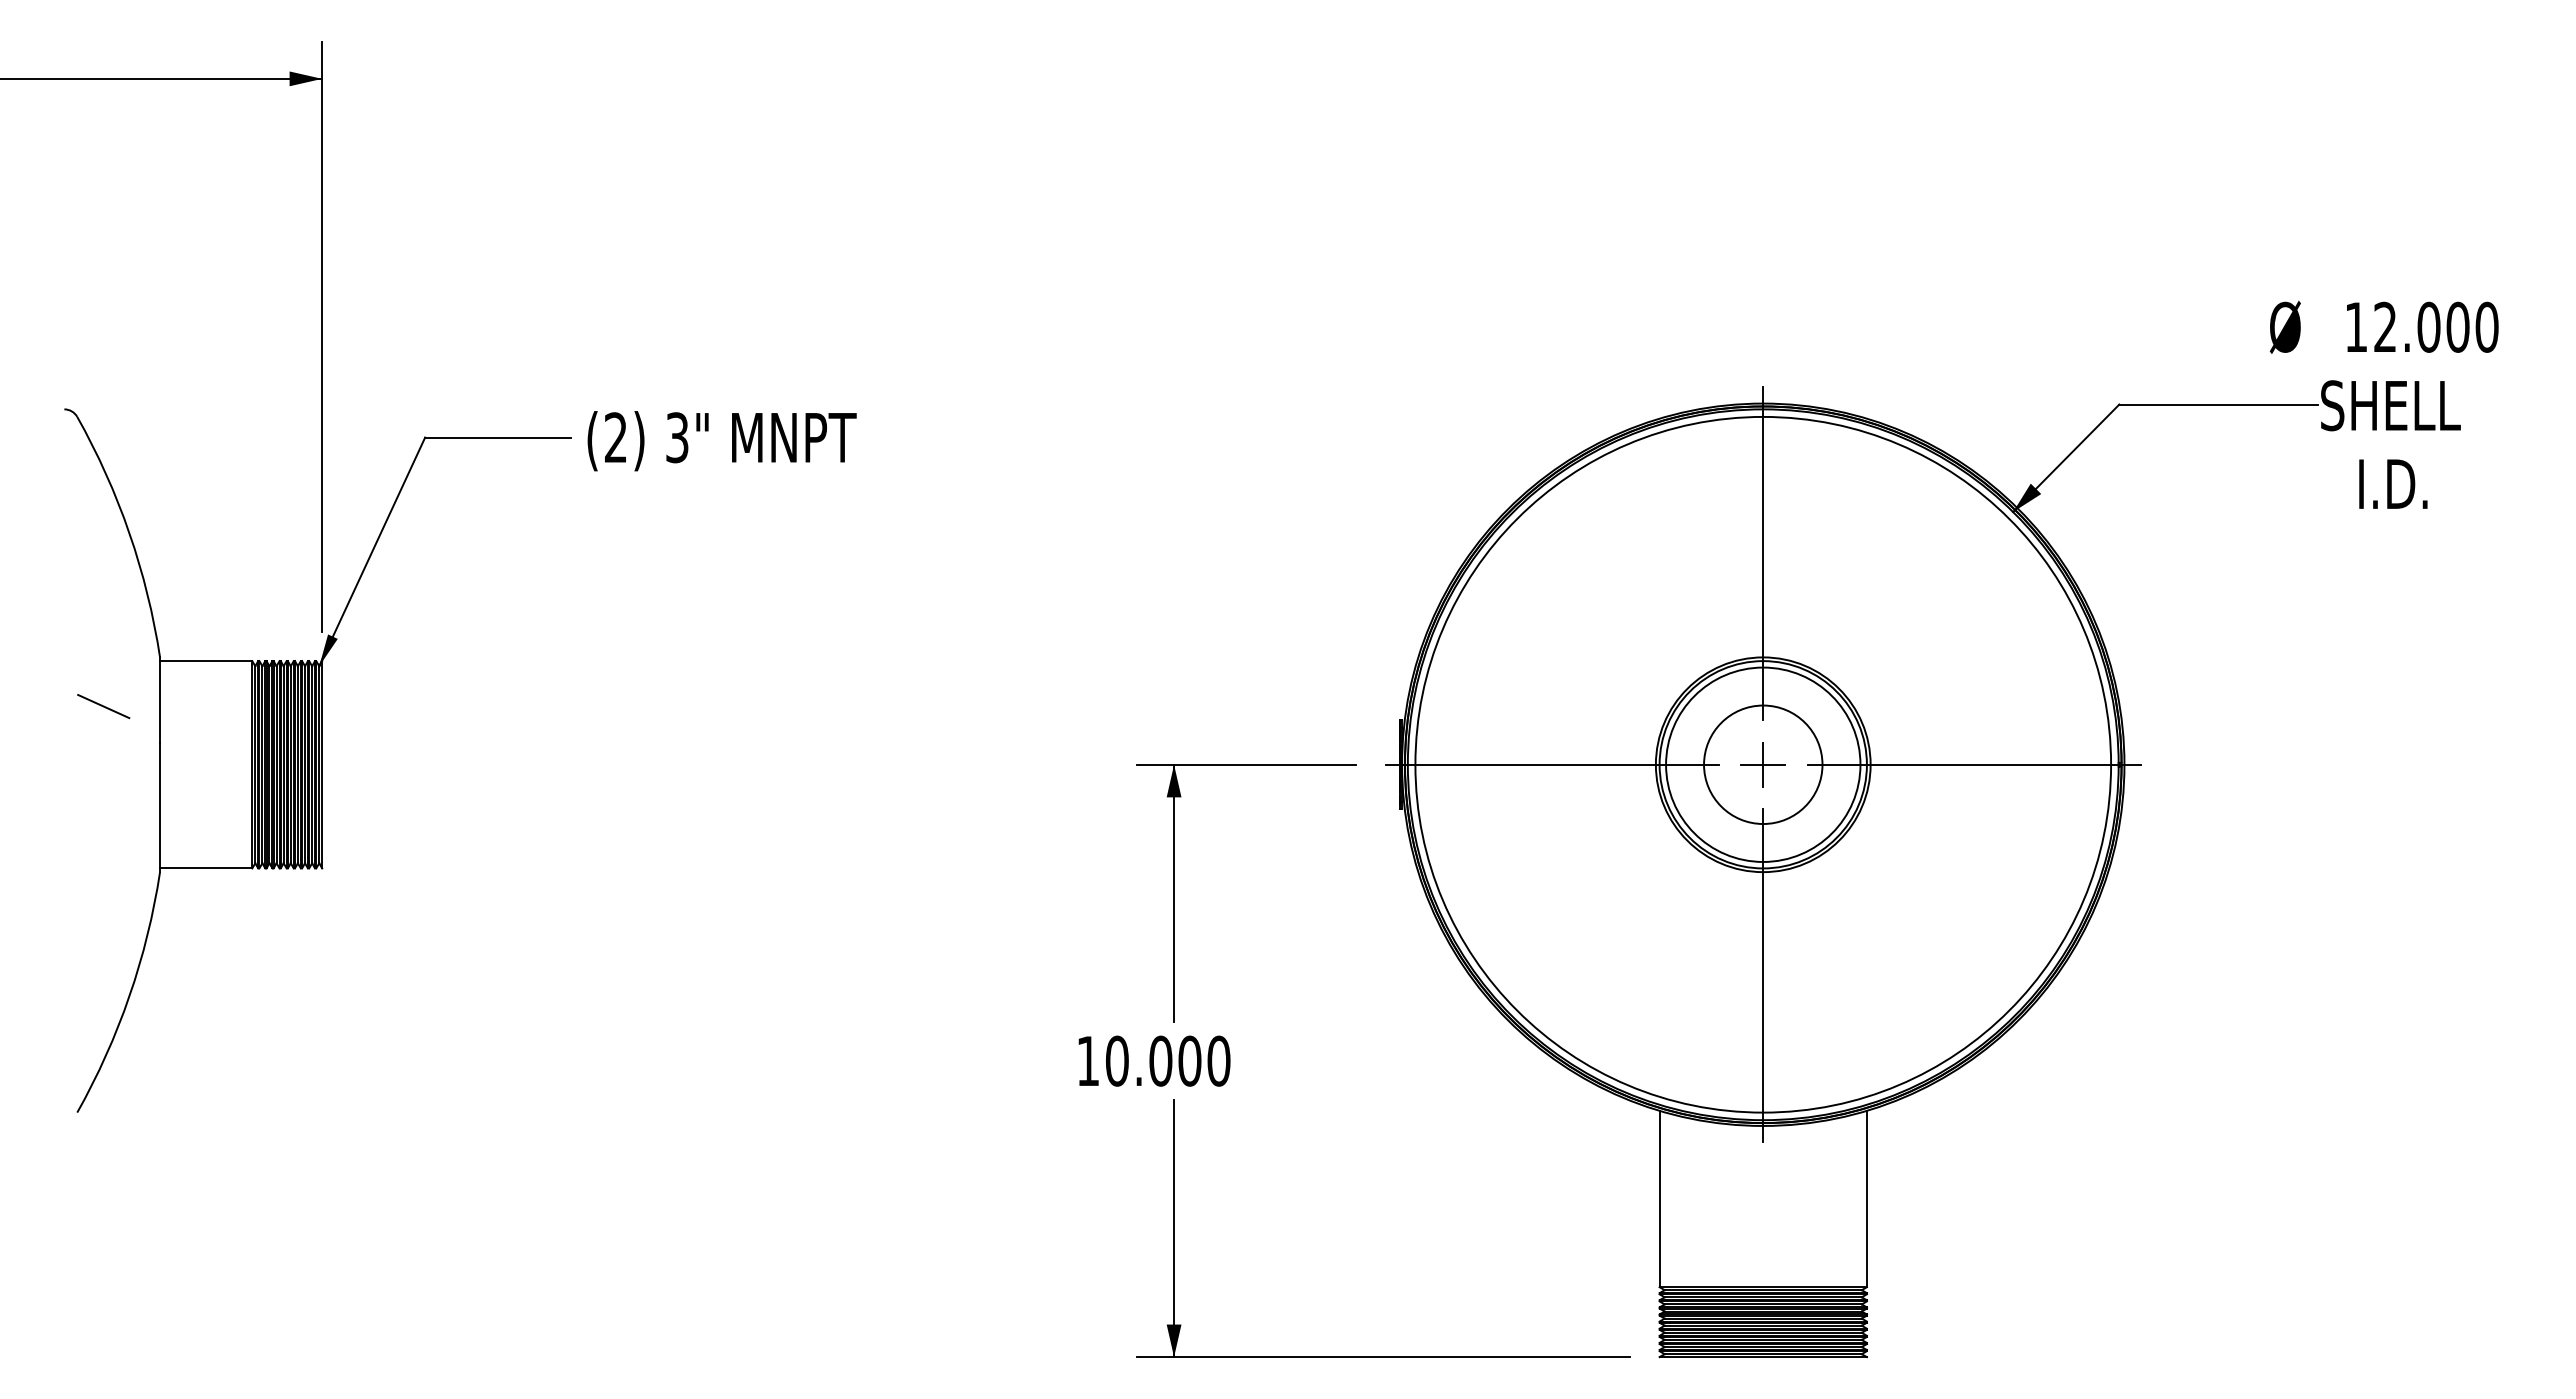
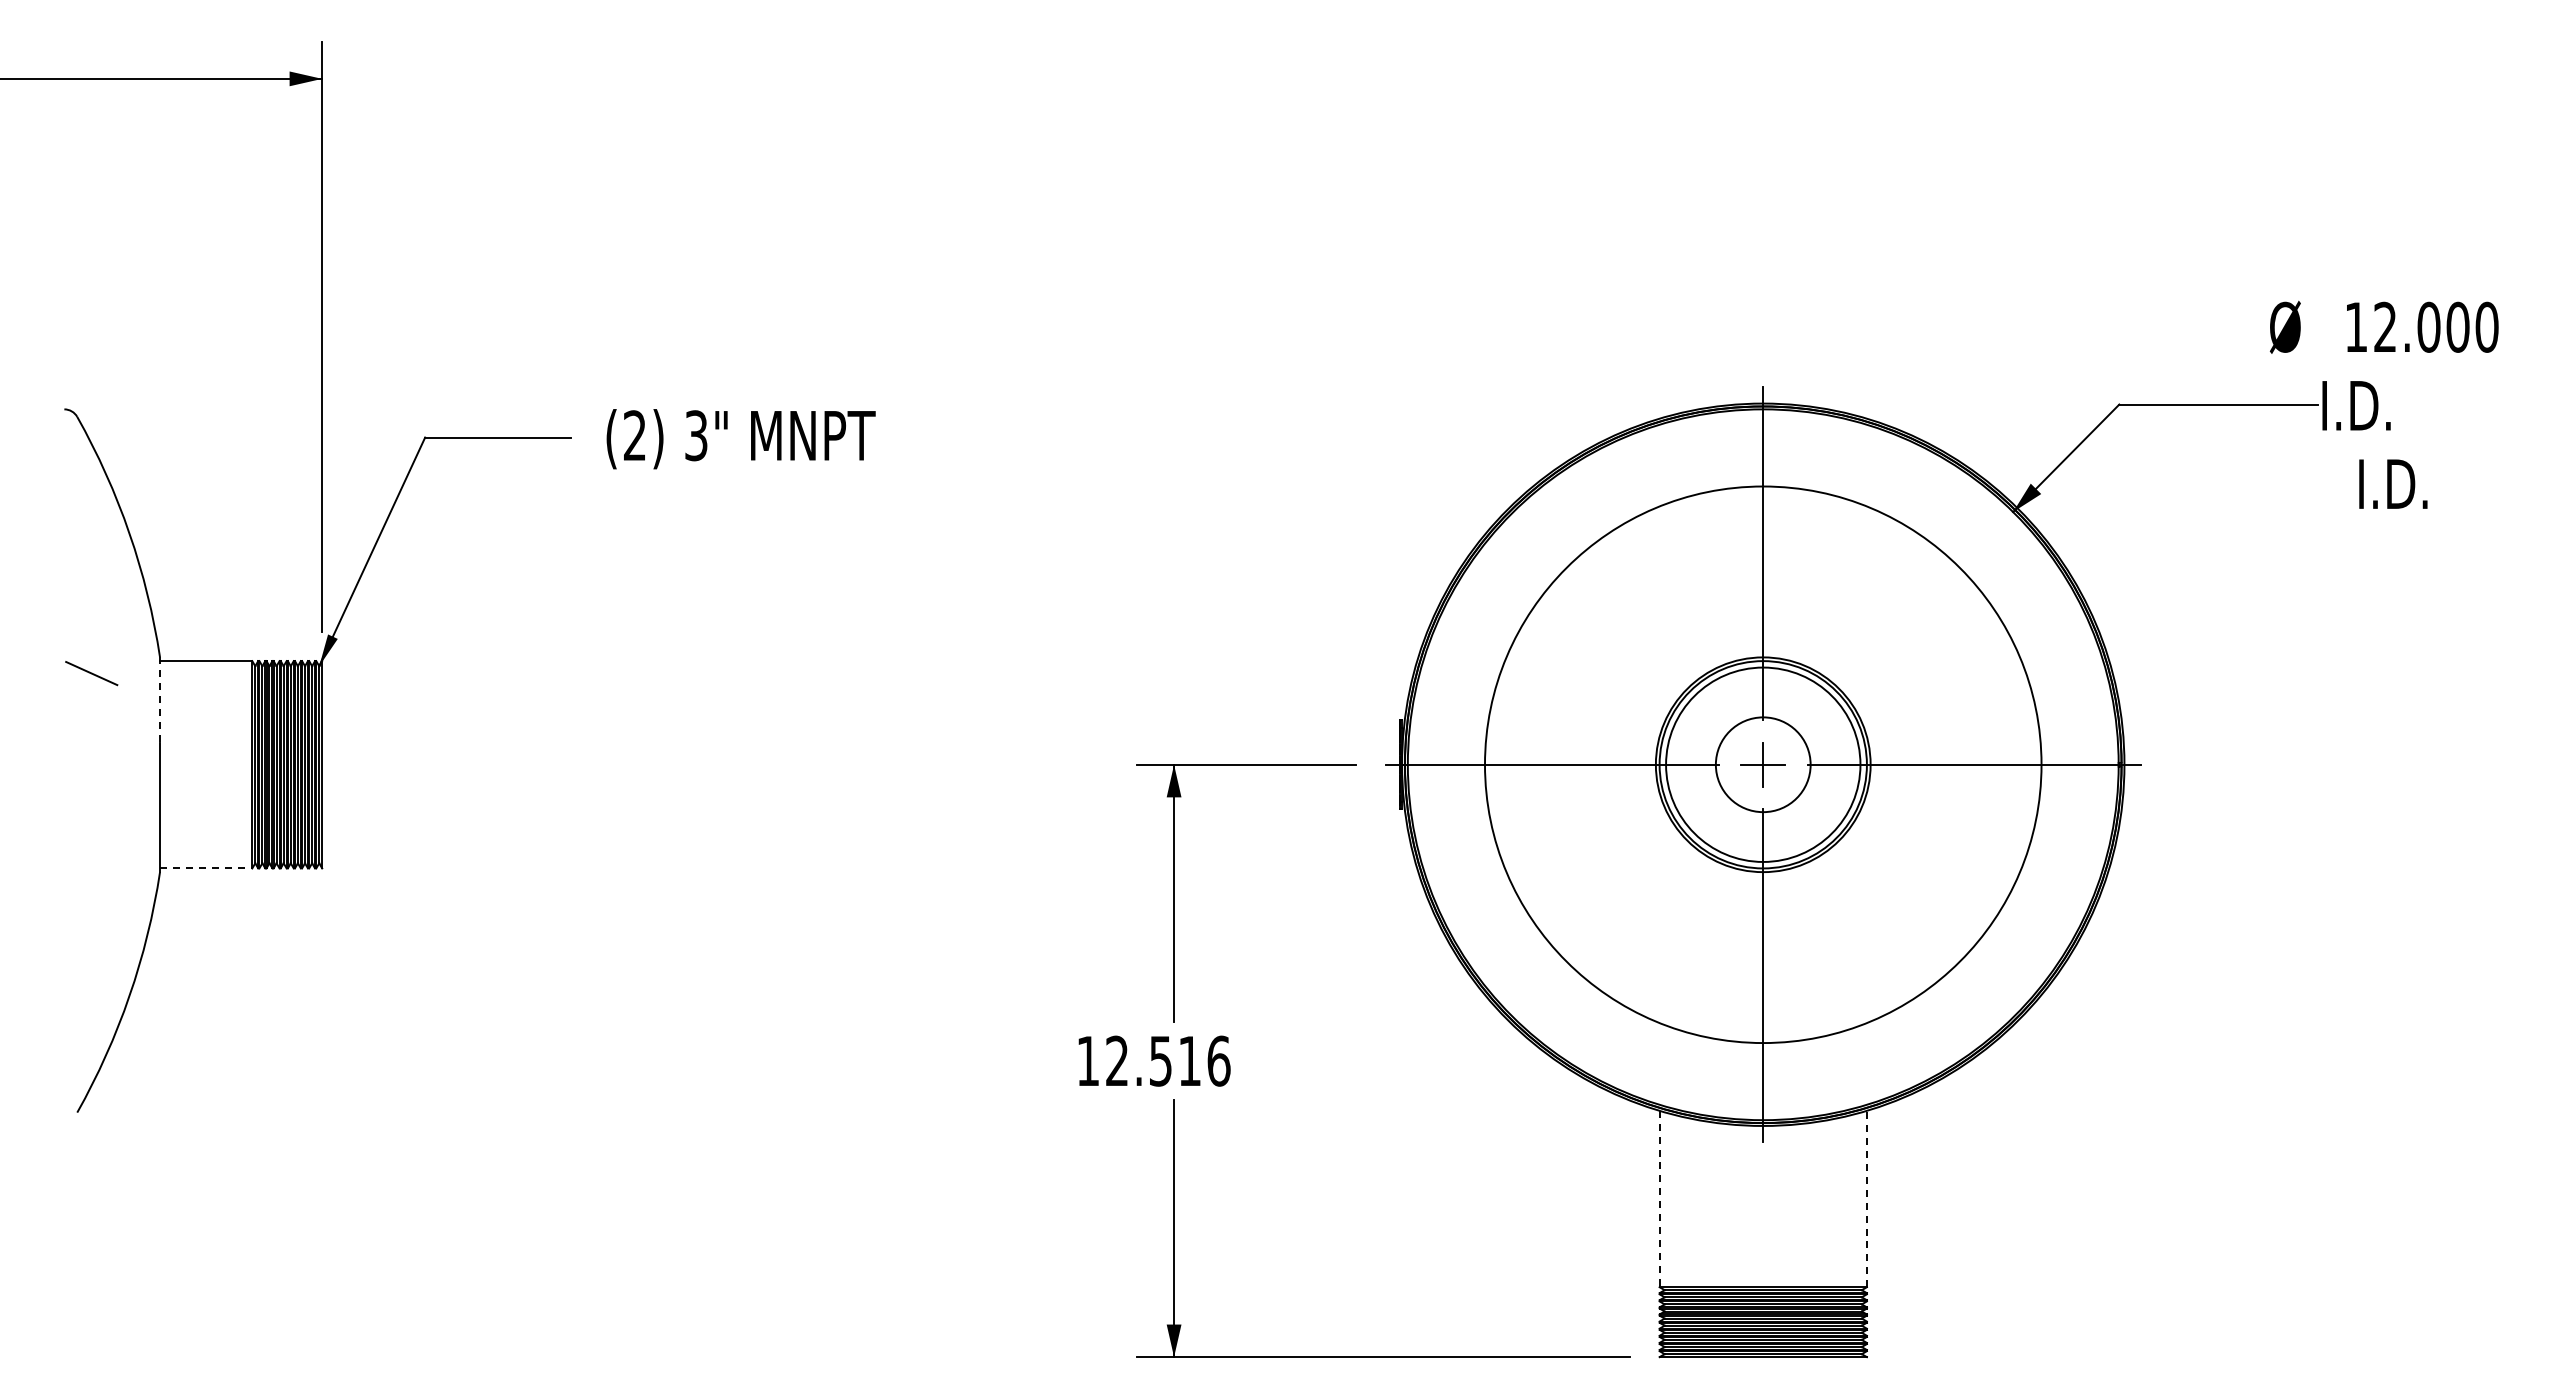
text at (2390, 405): SHELL -> I.D.
text at (721, 441) position: (721, 441) -> (740, 439)
line at (160, 700): solid -> dashed
line at (103, 706) position: (103, 706) -> (91, 673)
circle at (1763, 764) diameter: 118 px -> 95 px
circle at (1763, 764) diameter: 696 px -> 557 px
line at (206, 868): solid -> dashed
text at (1168, 1060): 10.000 -> 12.516
line at (1866, 1198): solid -> dashed
line at (1659, 1199): solid -> dashed
